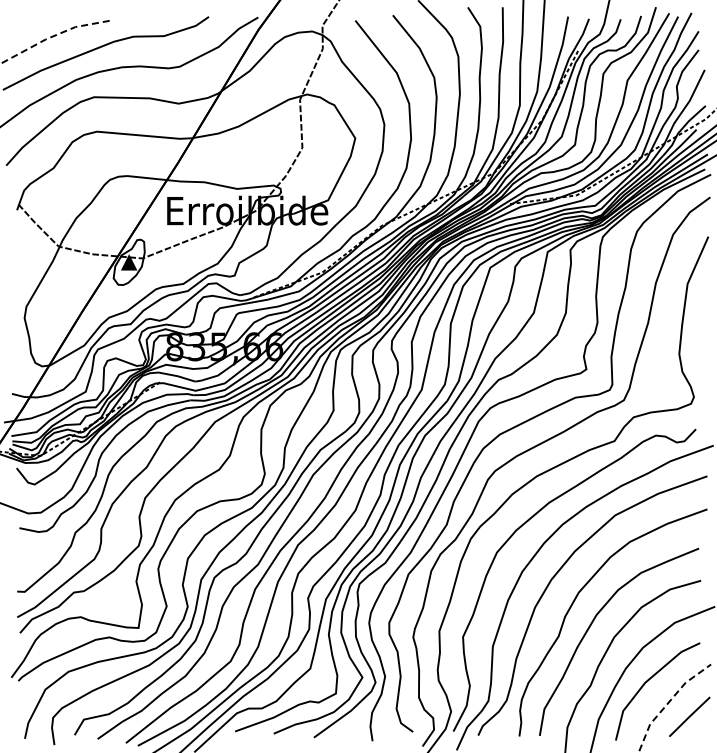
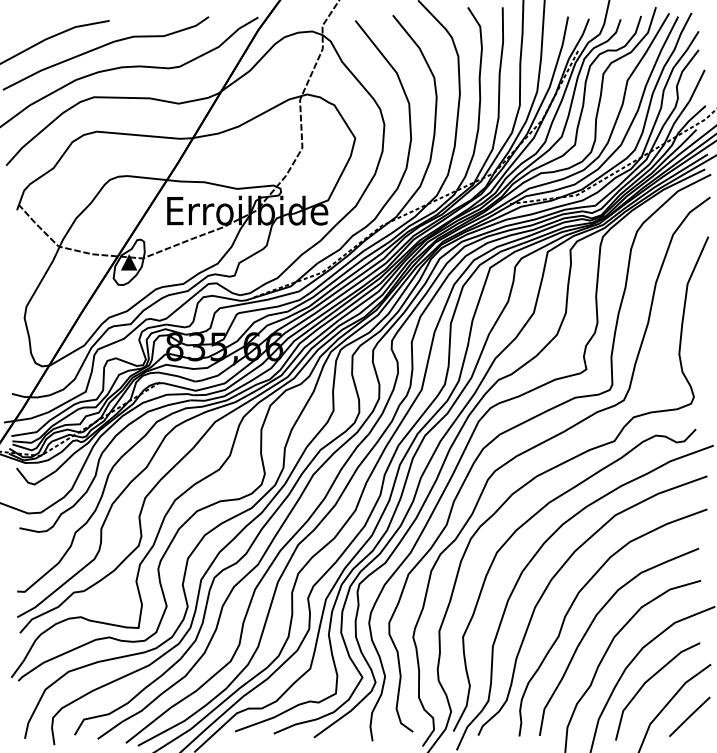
line at (52, 36): dashed -> solid
line at (668, 702): dashed -> solid
